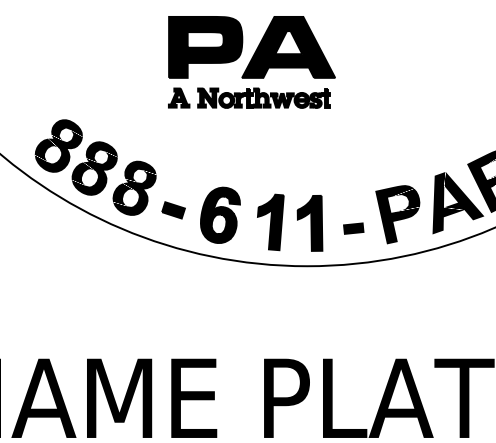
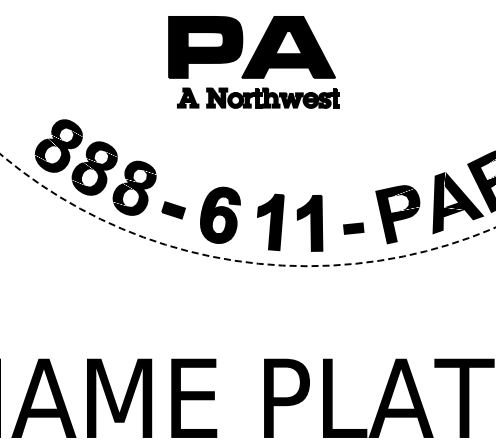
part at (249, 97) position: (249, 97) -> (258, 97)
circle at (247, 210): solid -> dashed
